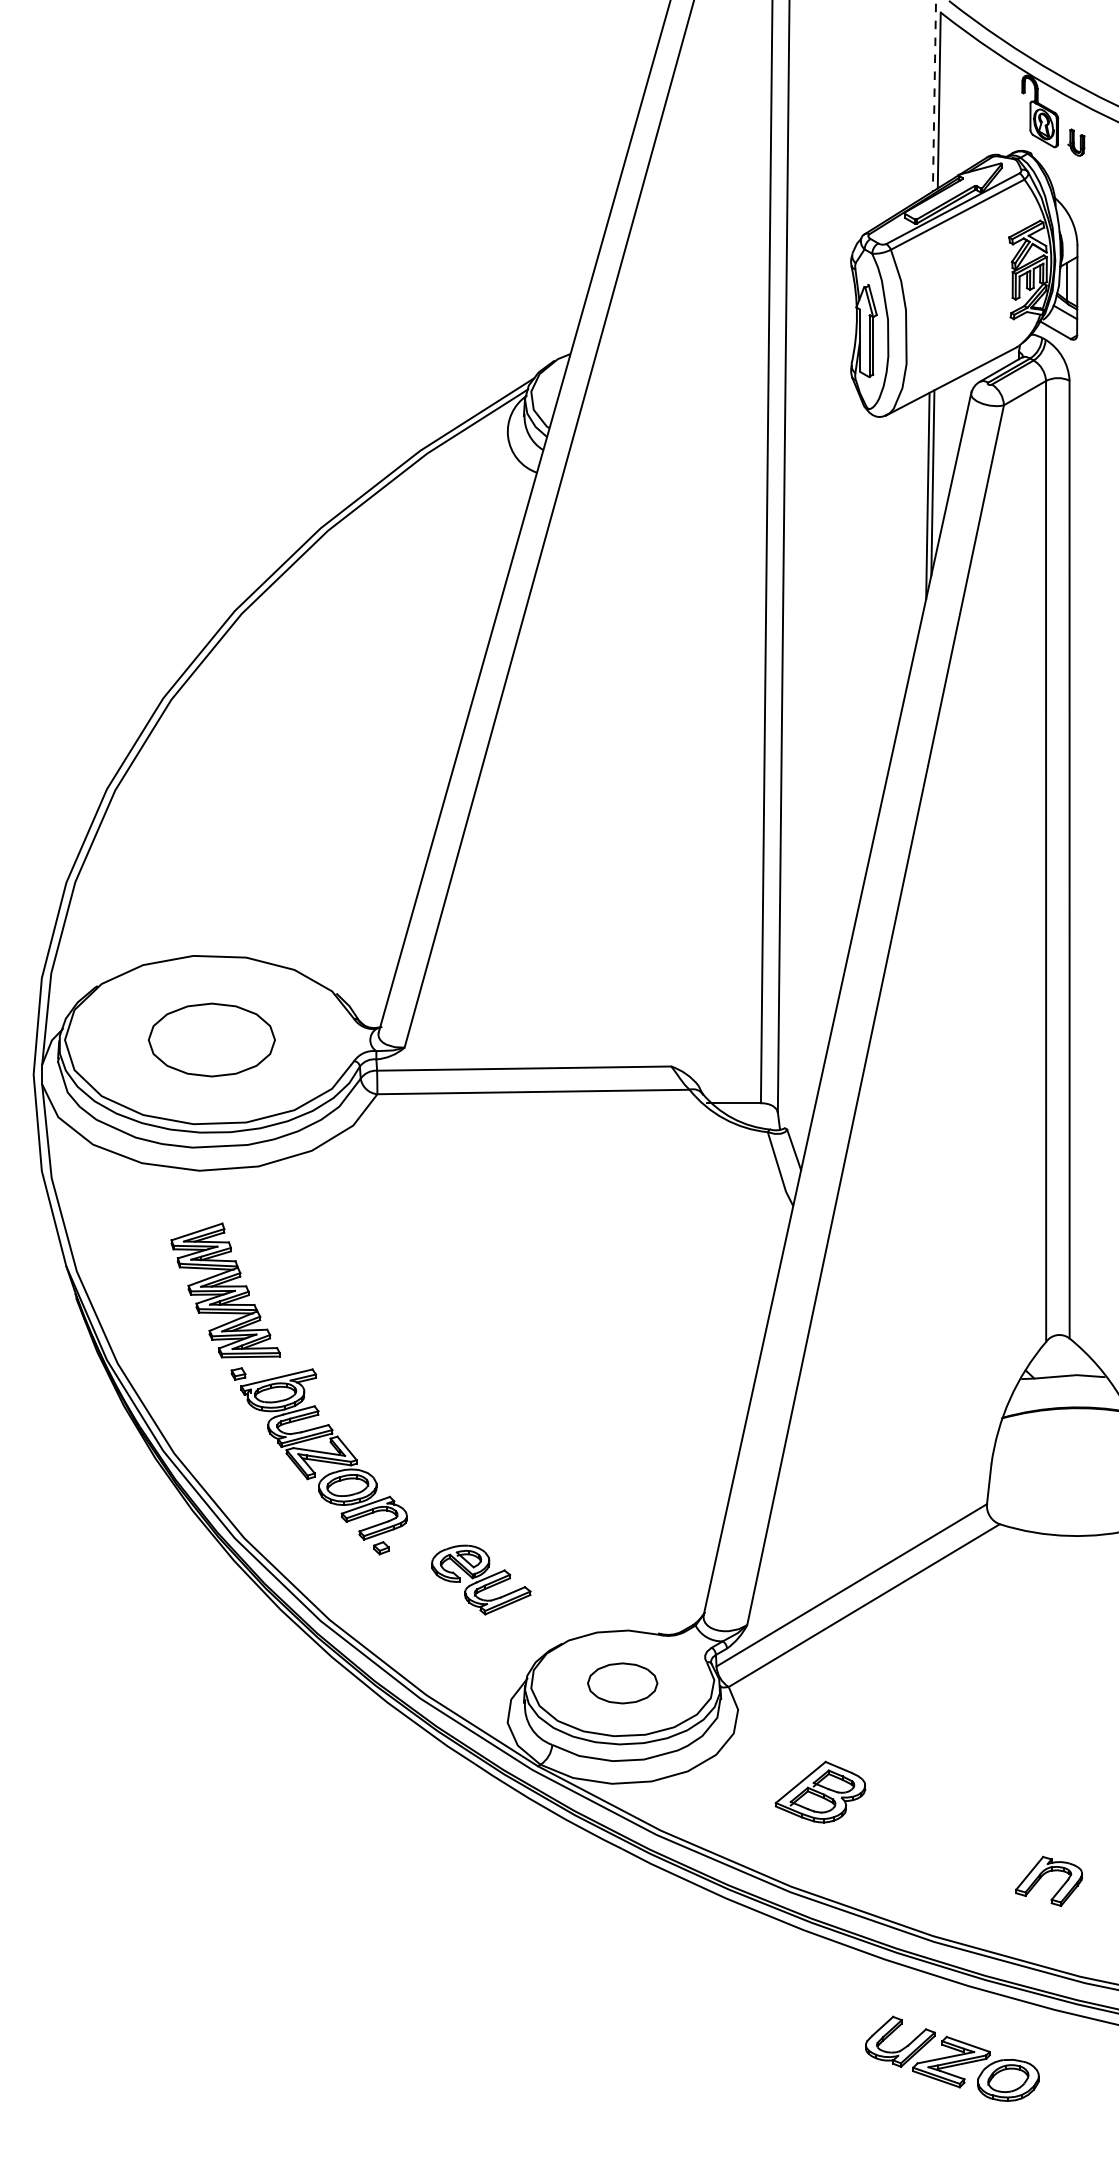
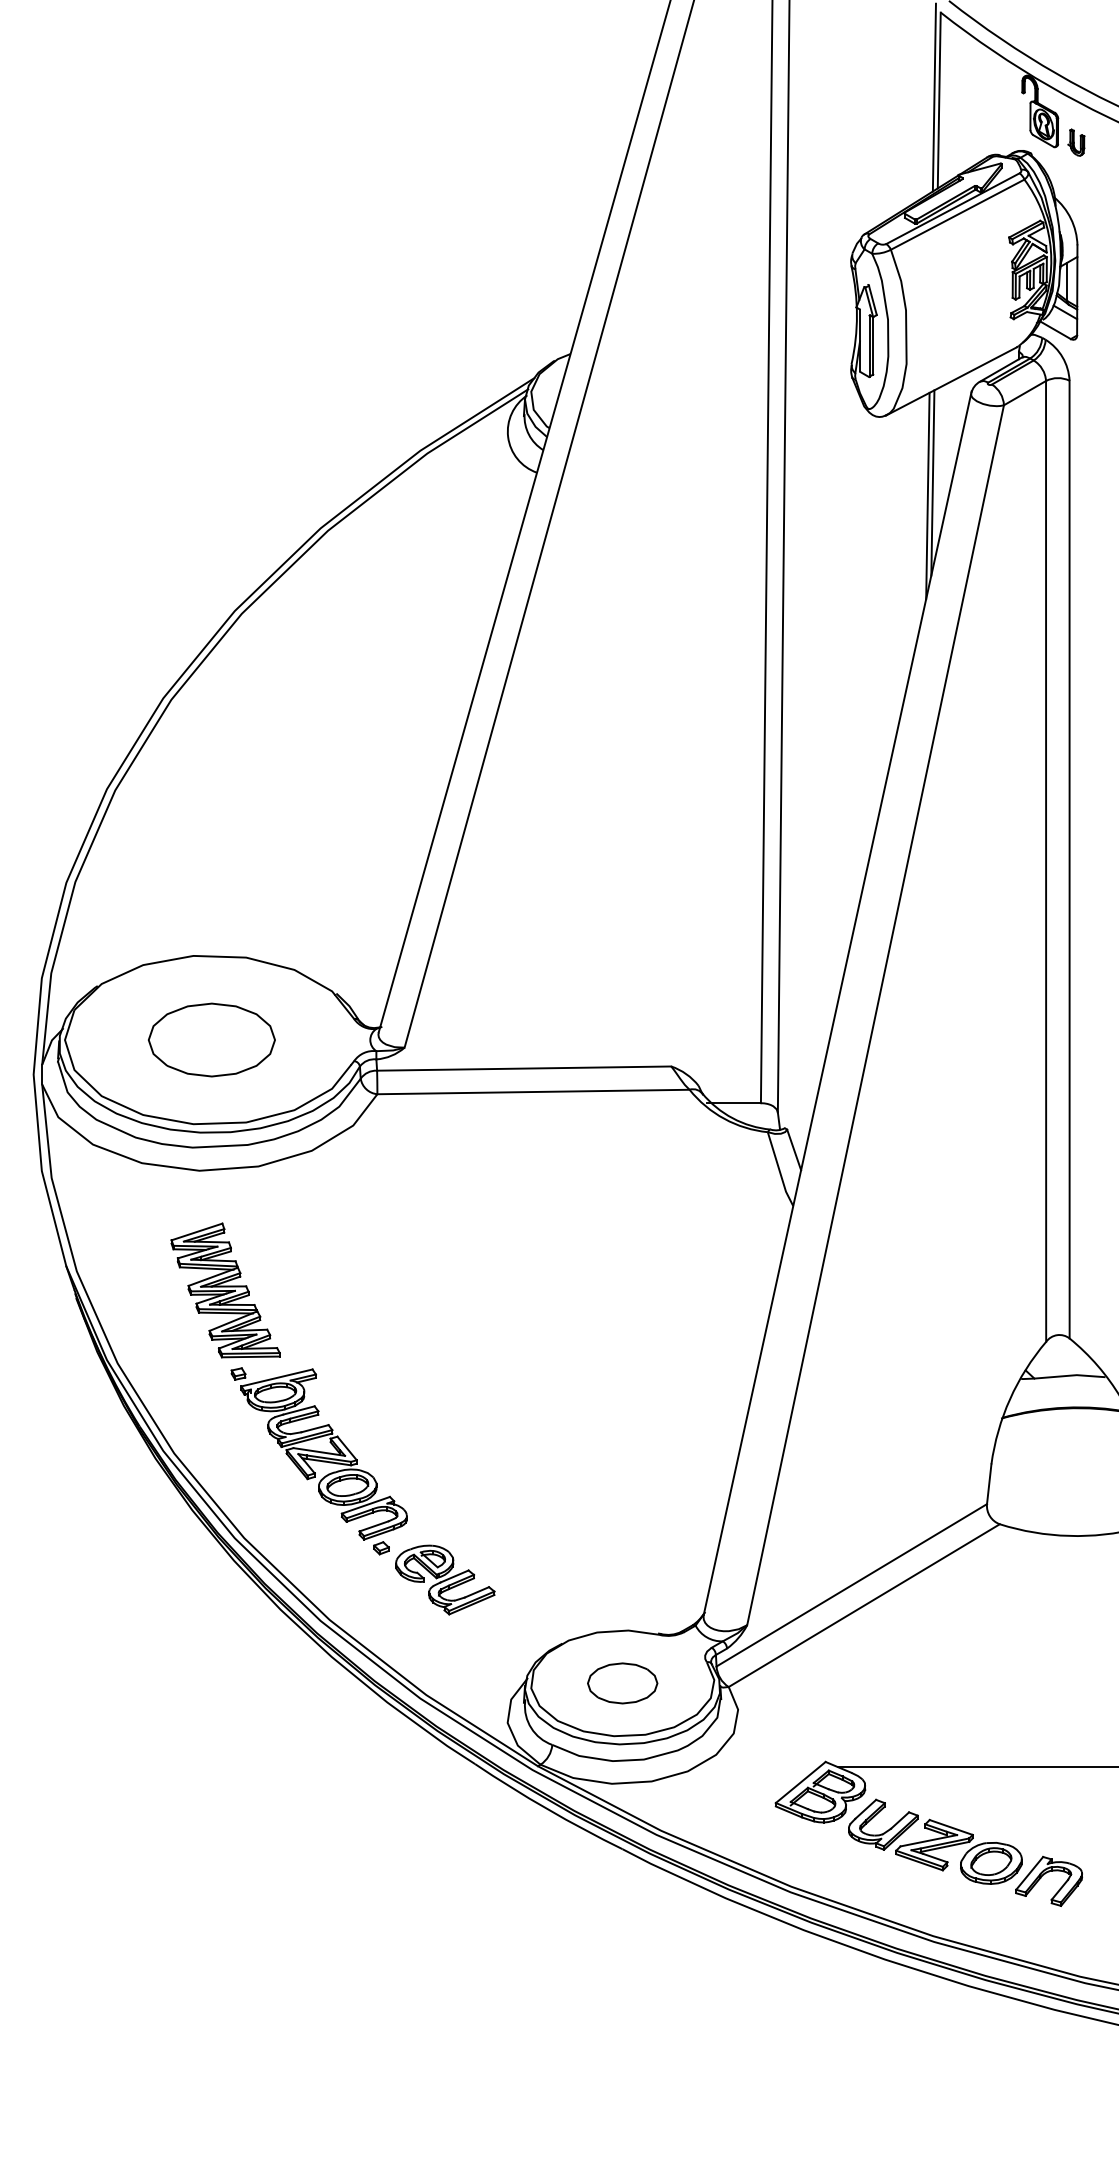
line at (934, 97): dashed -> solid
part at (481, 1579) position: (481, 1579) -> (445, 1579)
line at (976, 1767): none -> present
part at (952, 2058) position: (952, 2058) -> (935, 1841)
